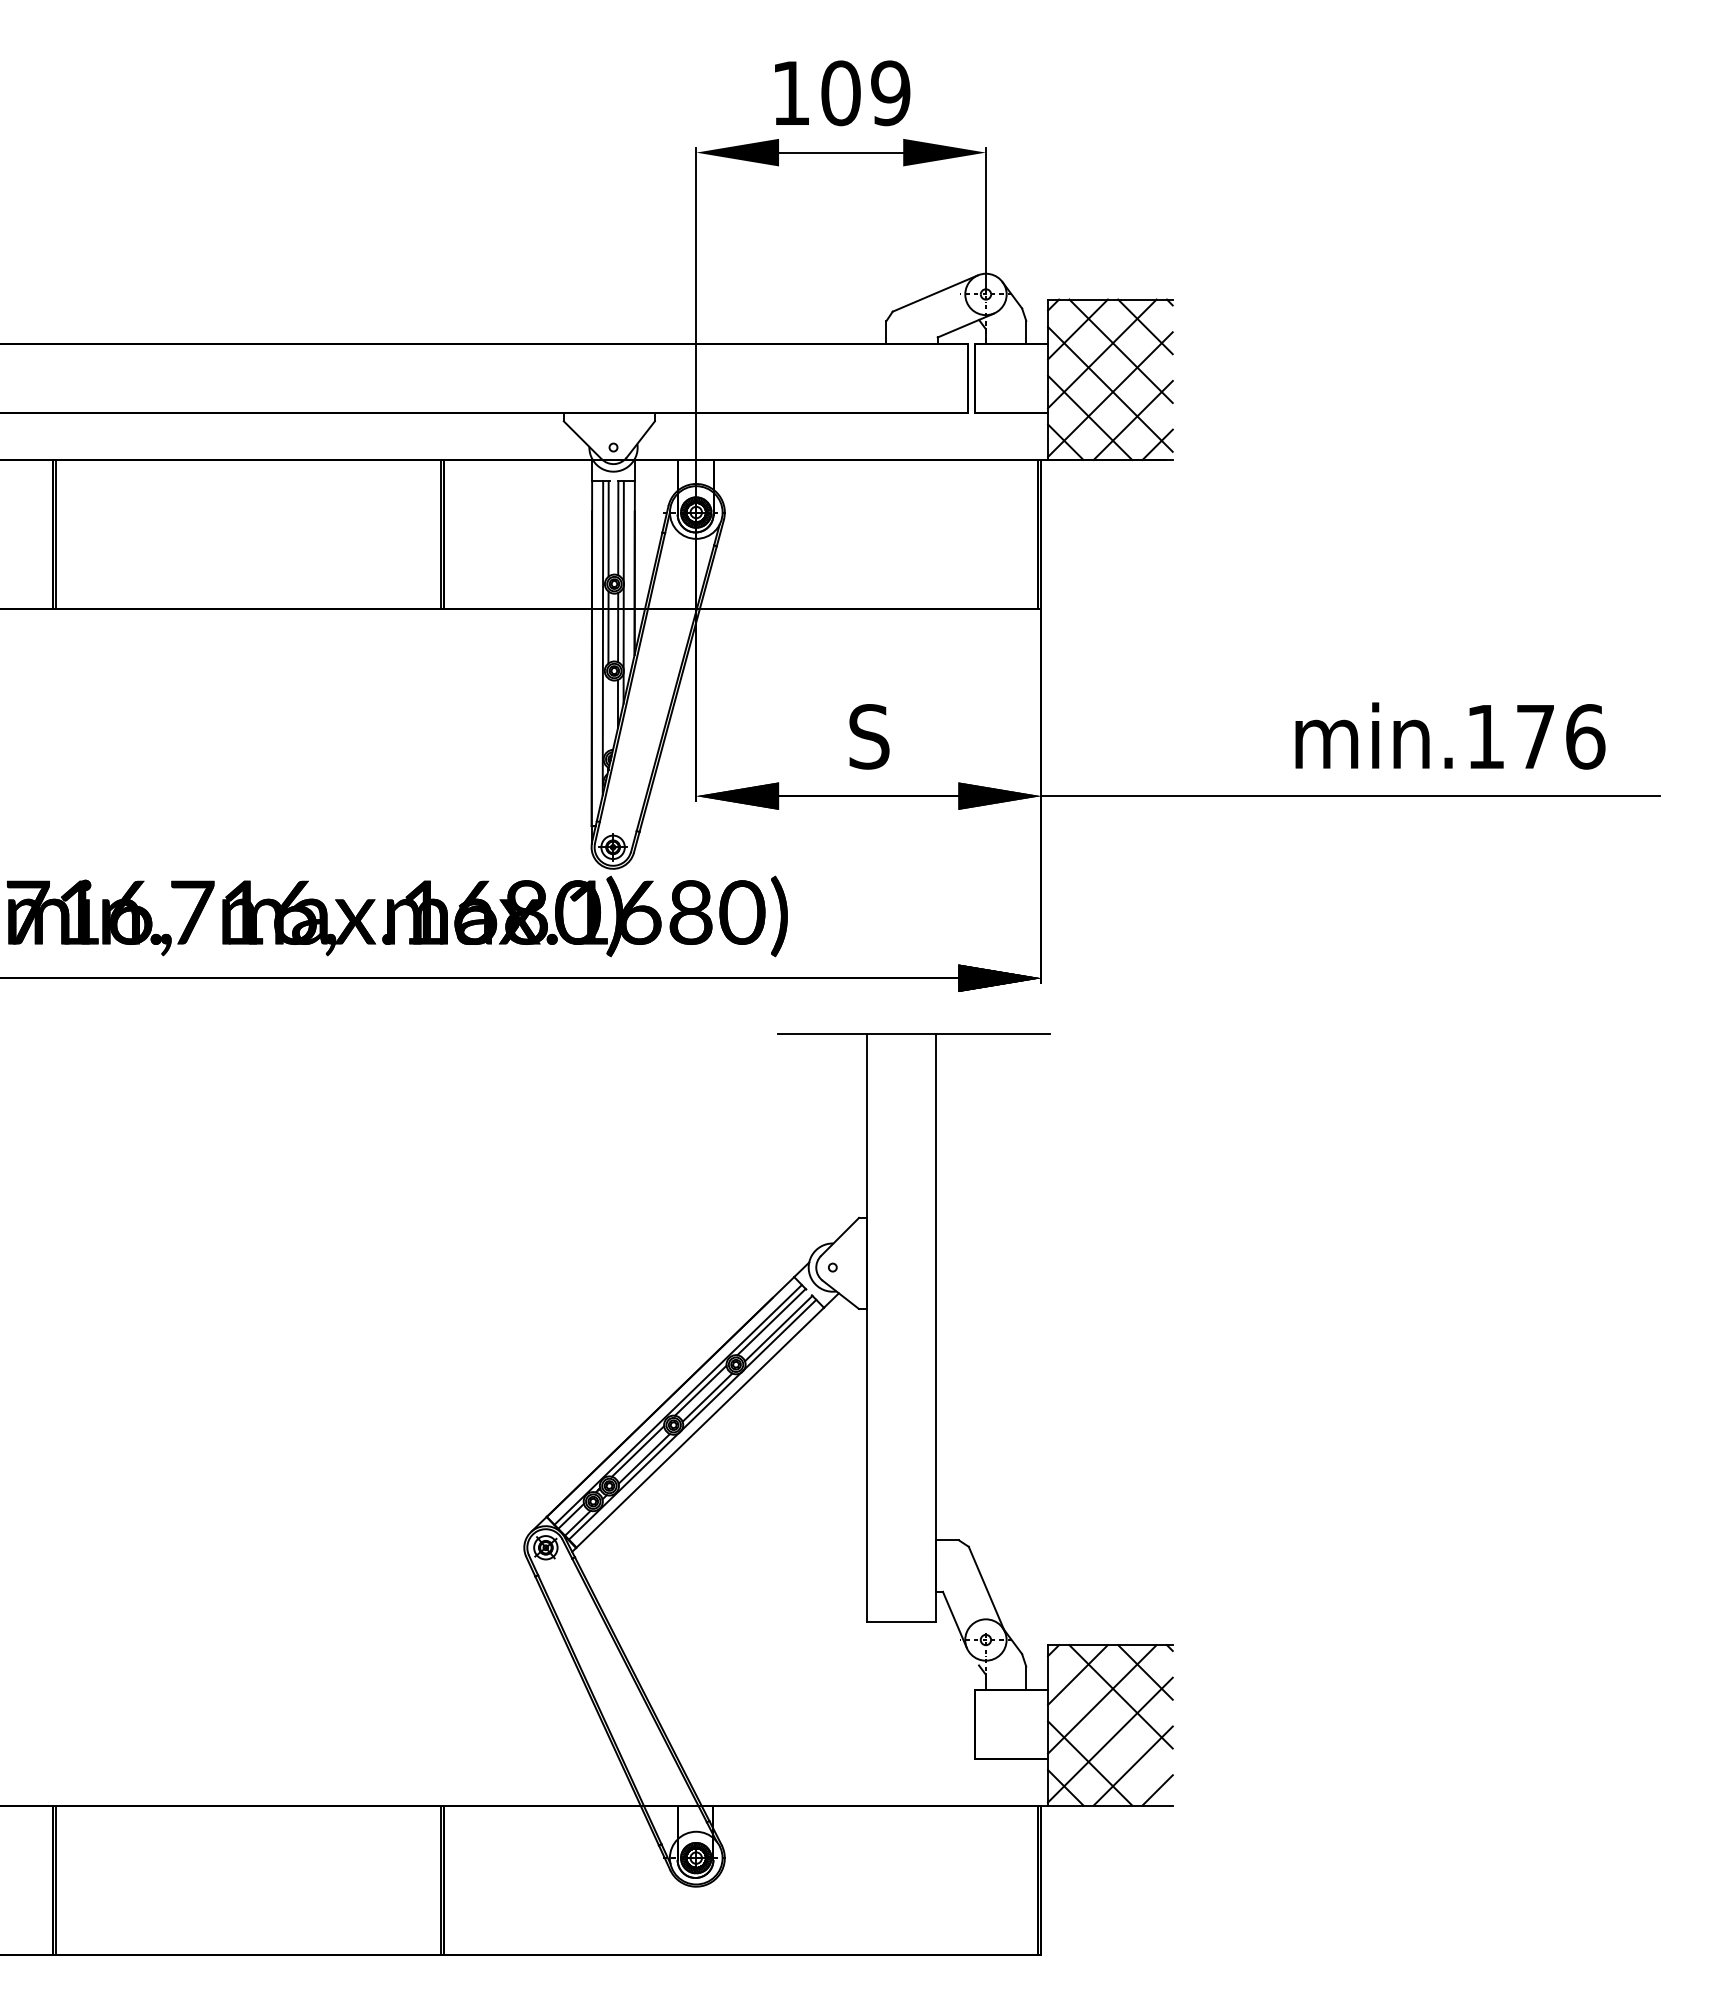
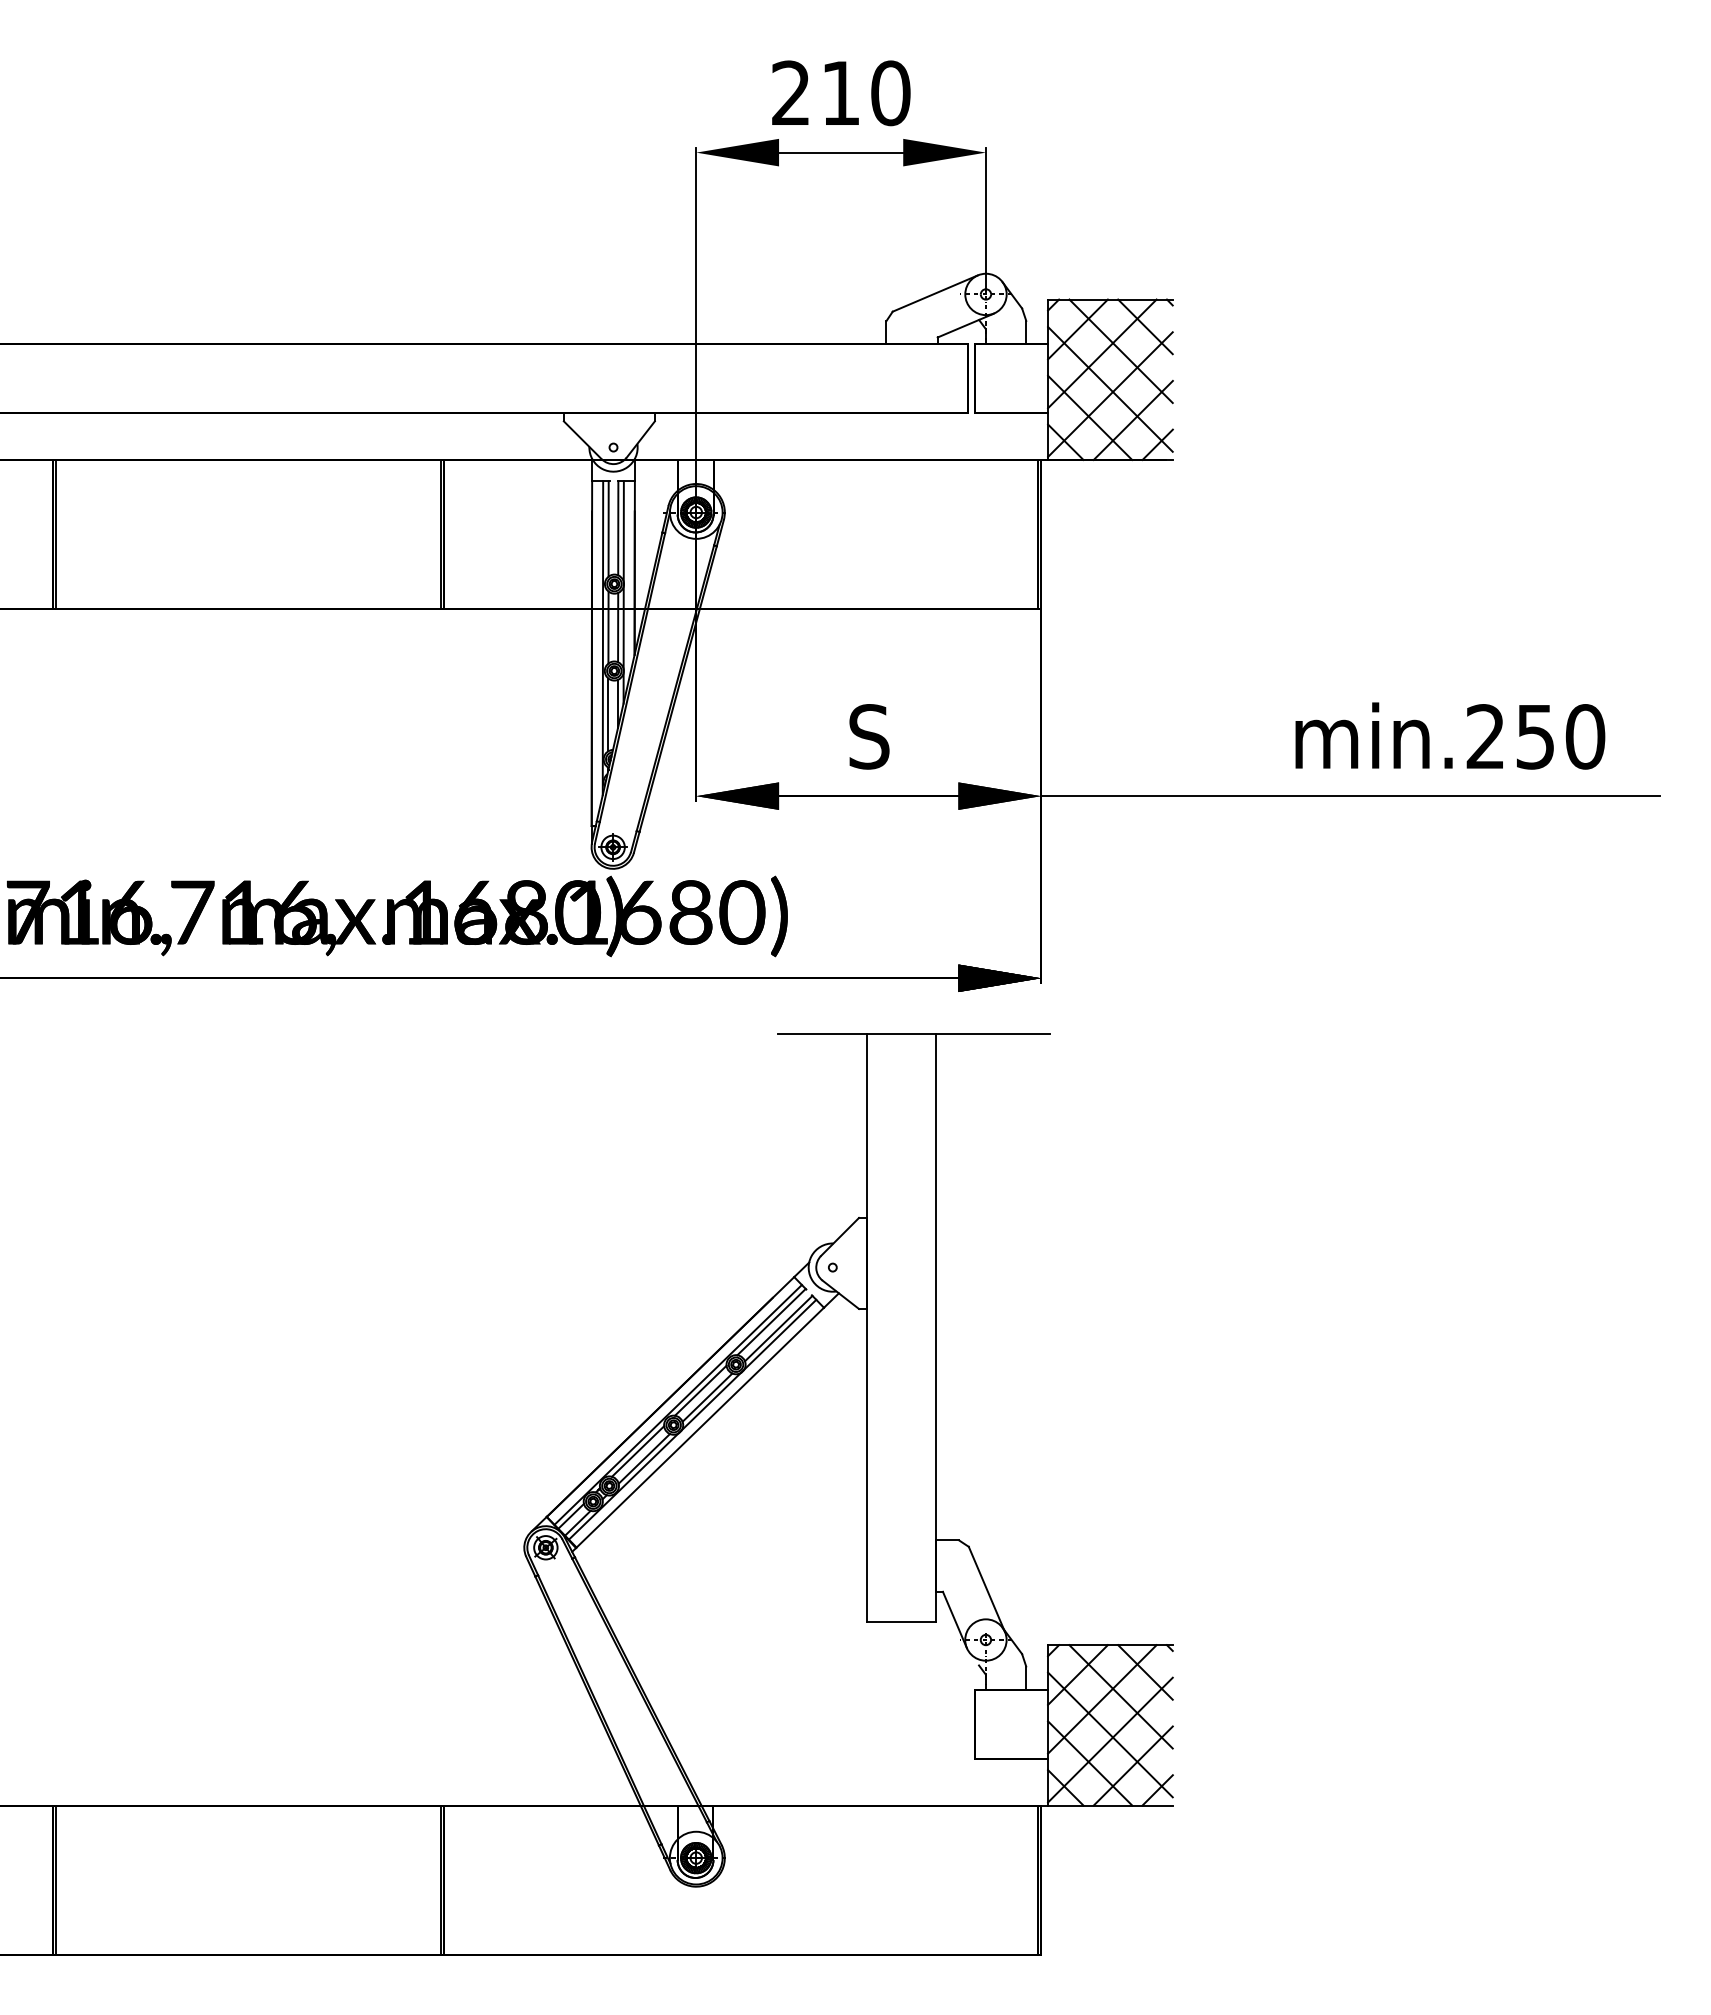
text at (841, 93): 109 -> 210
line at (608, 714): none -> present
text at (1535, 736): min.176 -> min.250
line at (1110, 1734): none -> present
